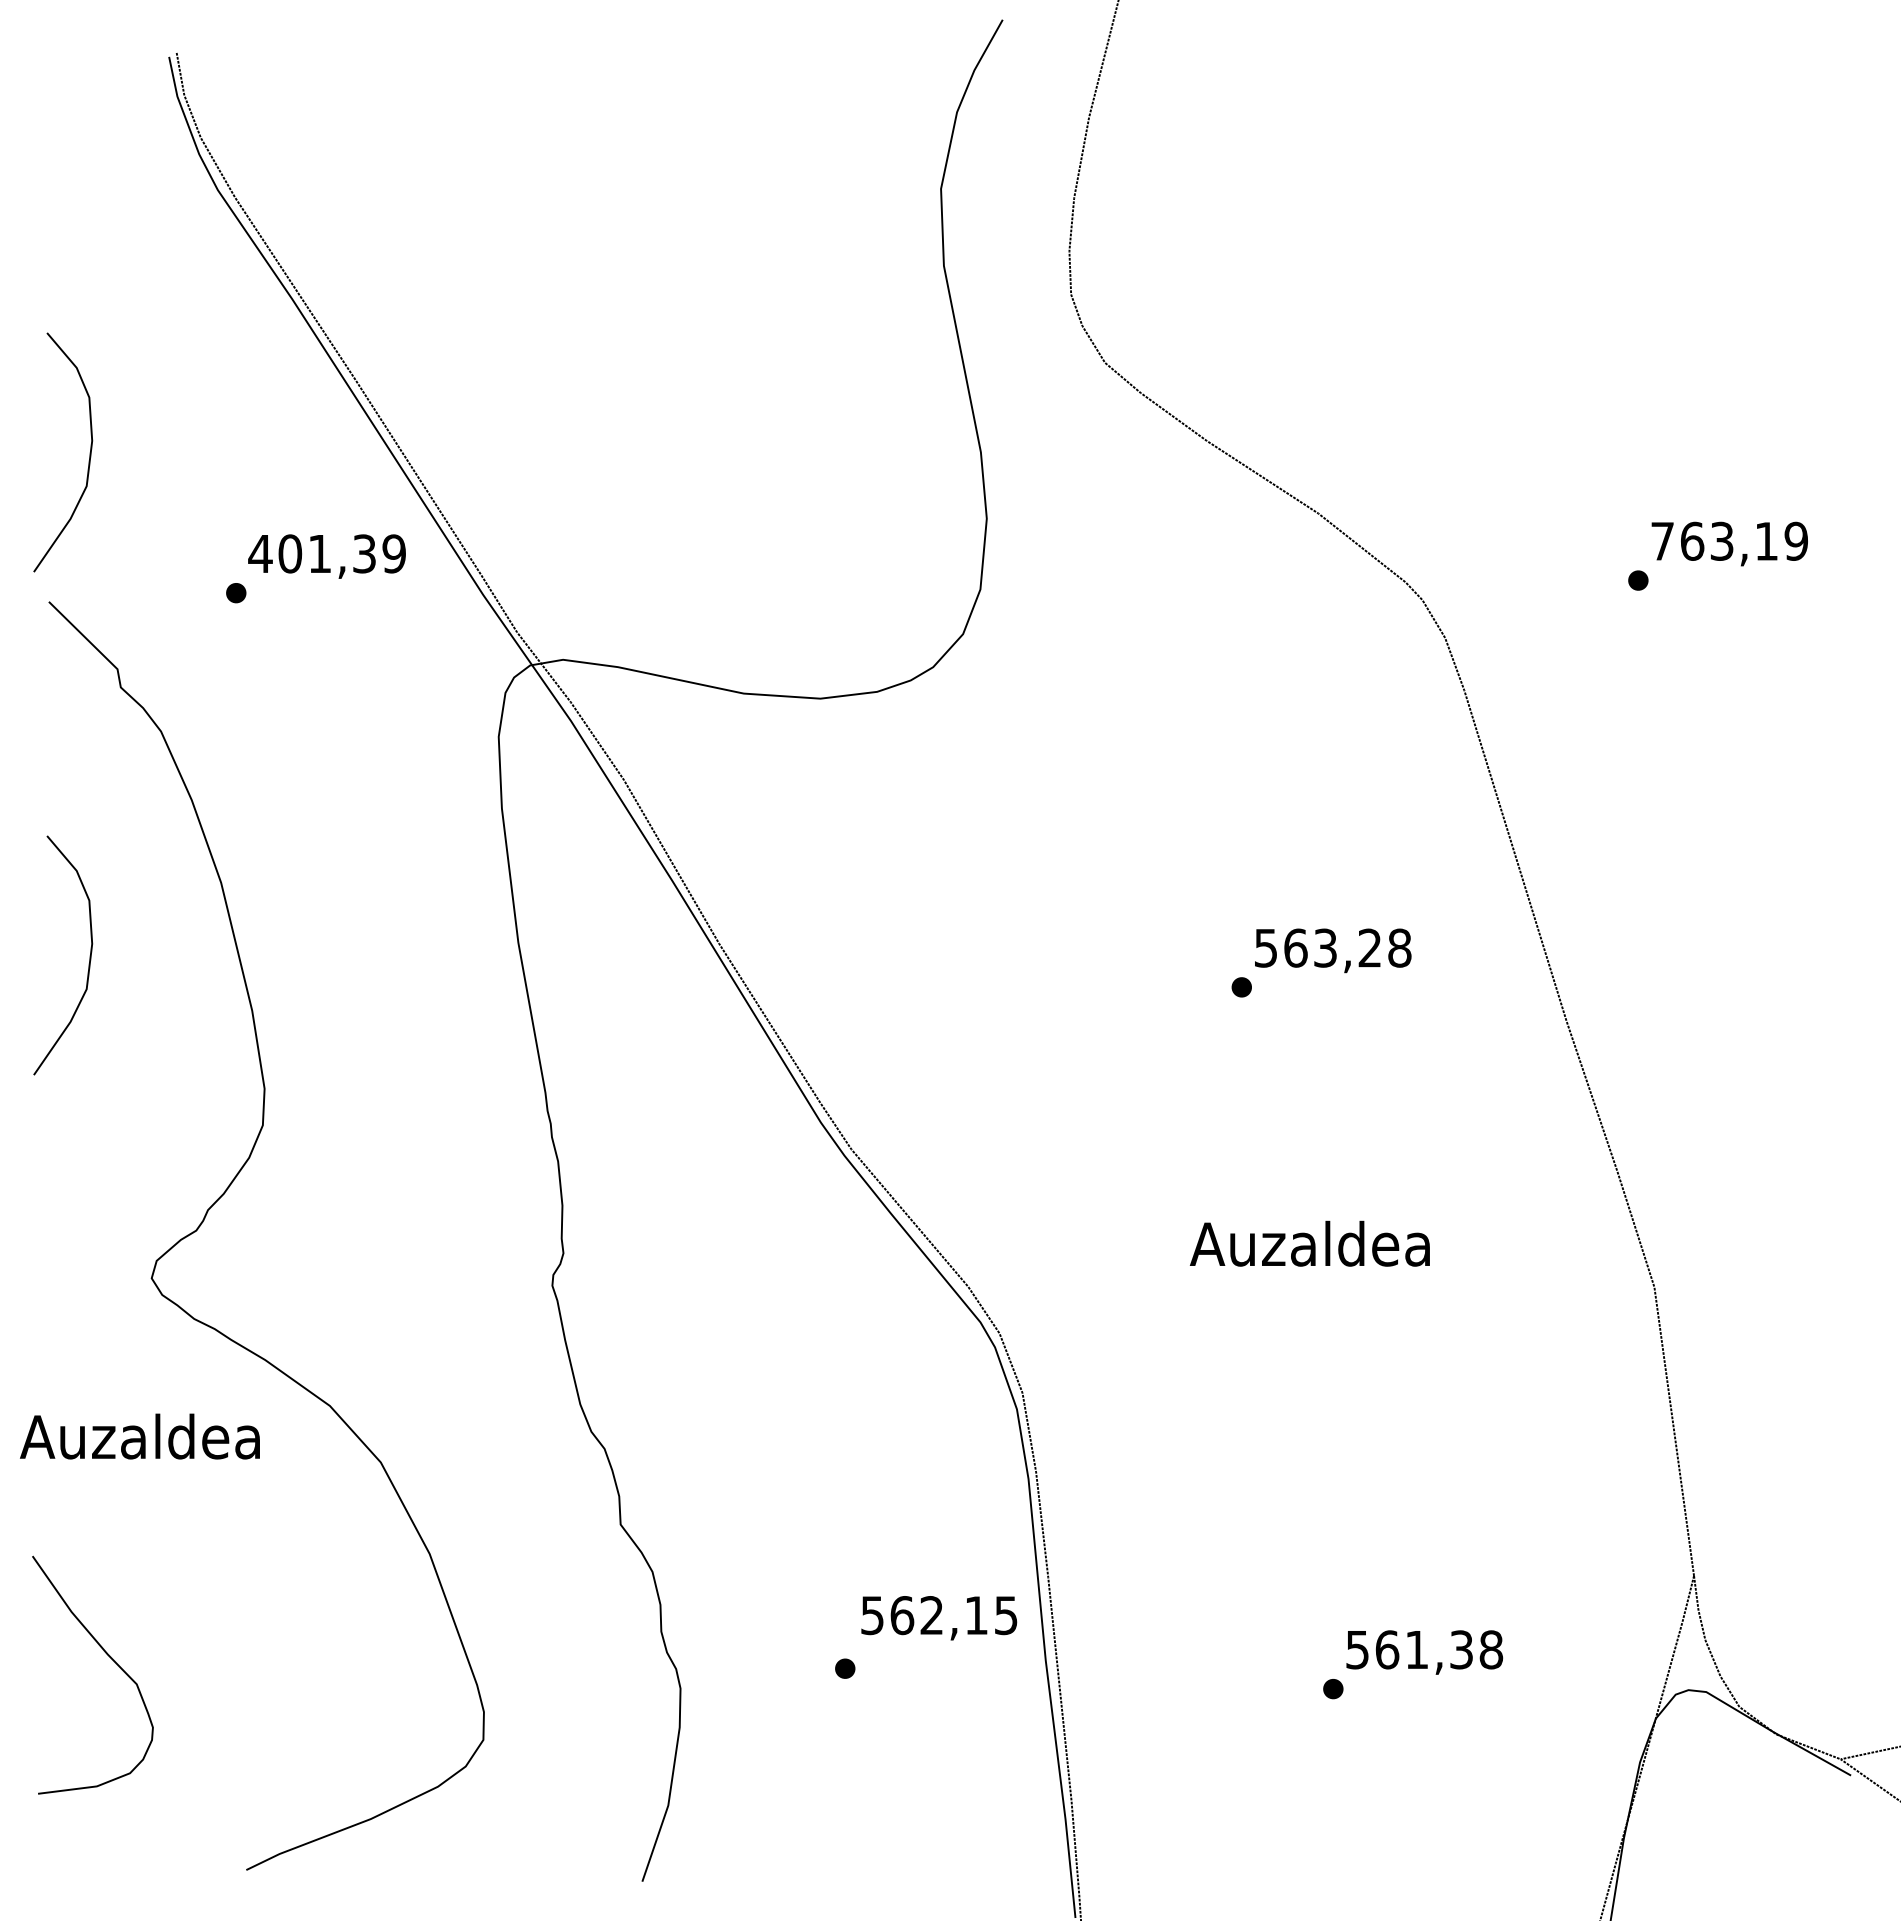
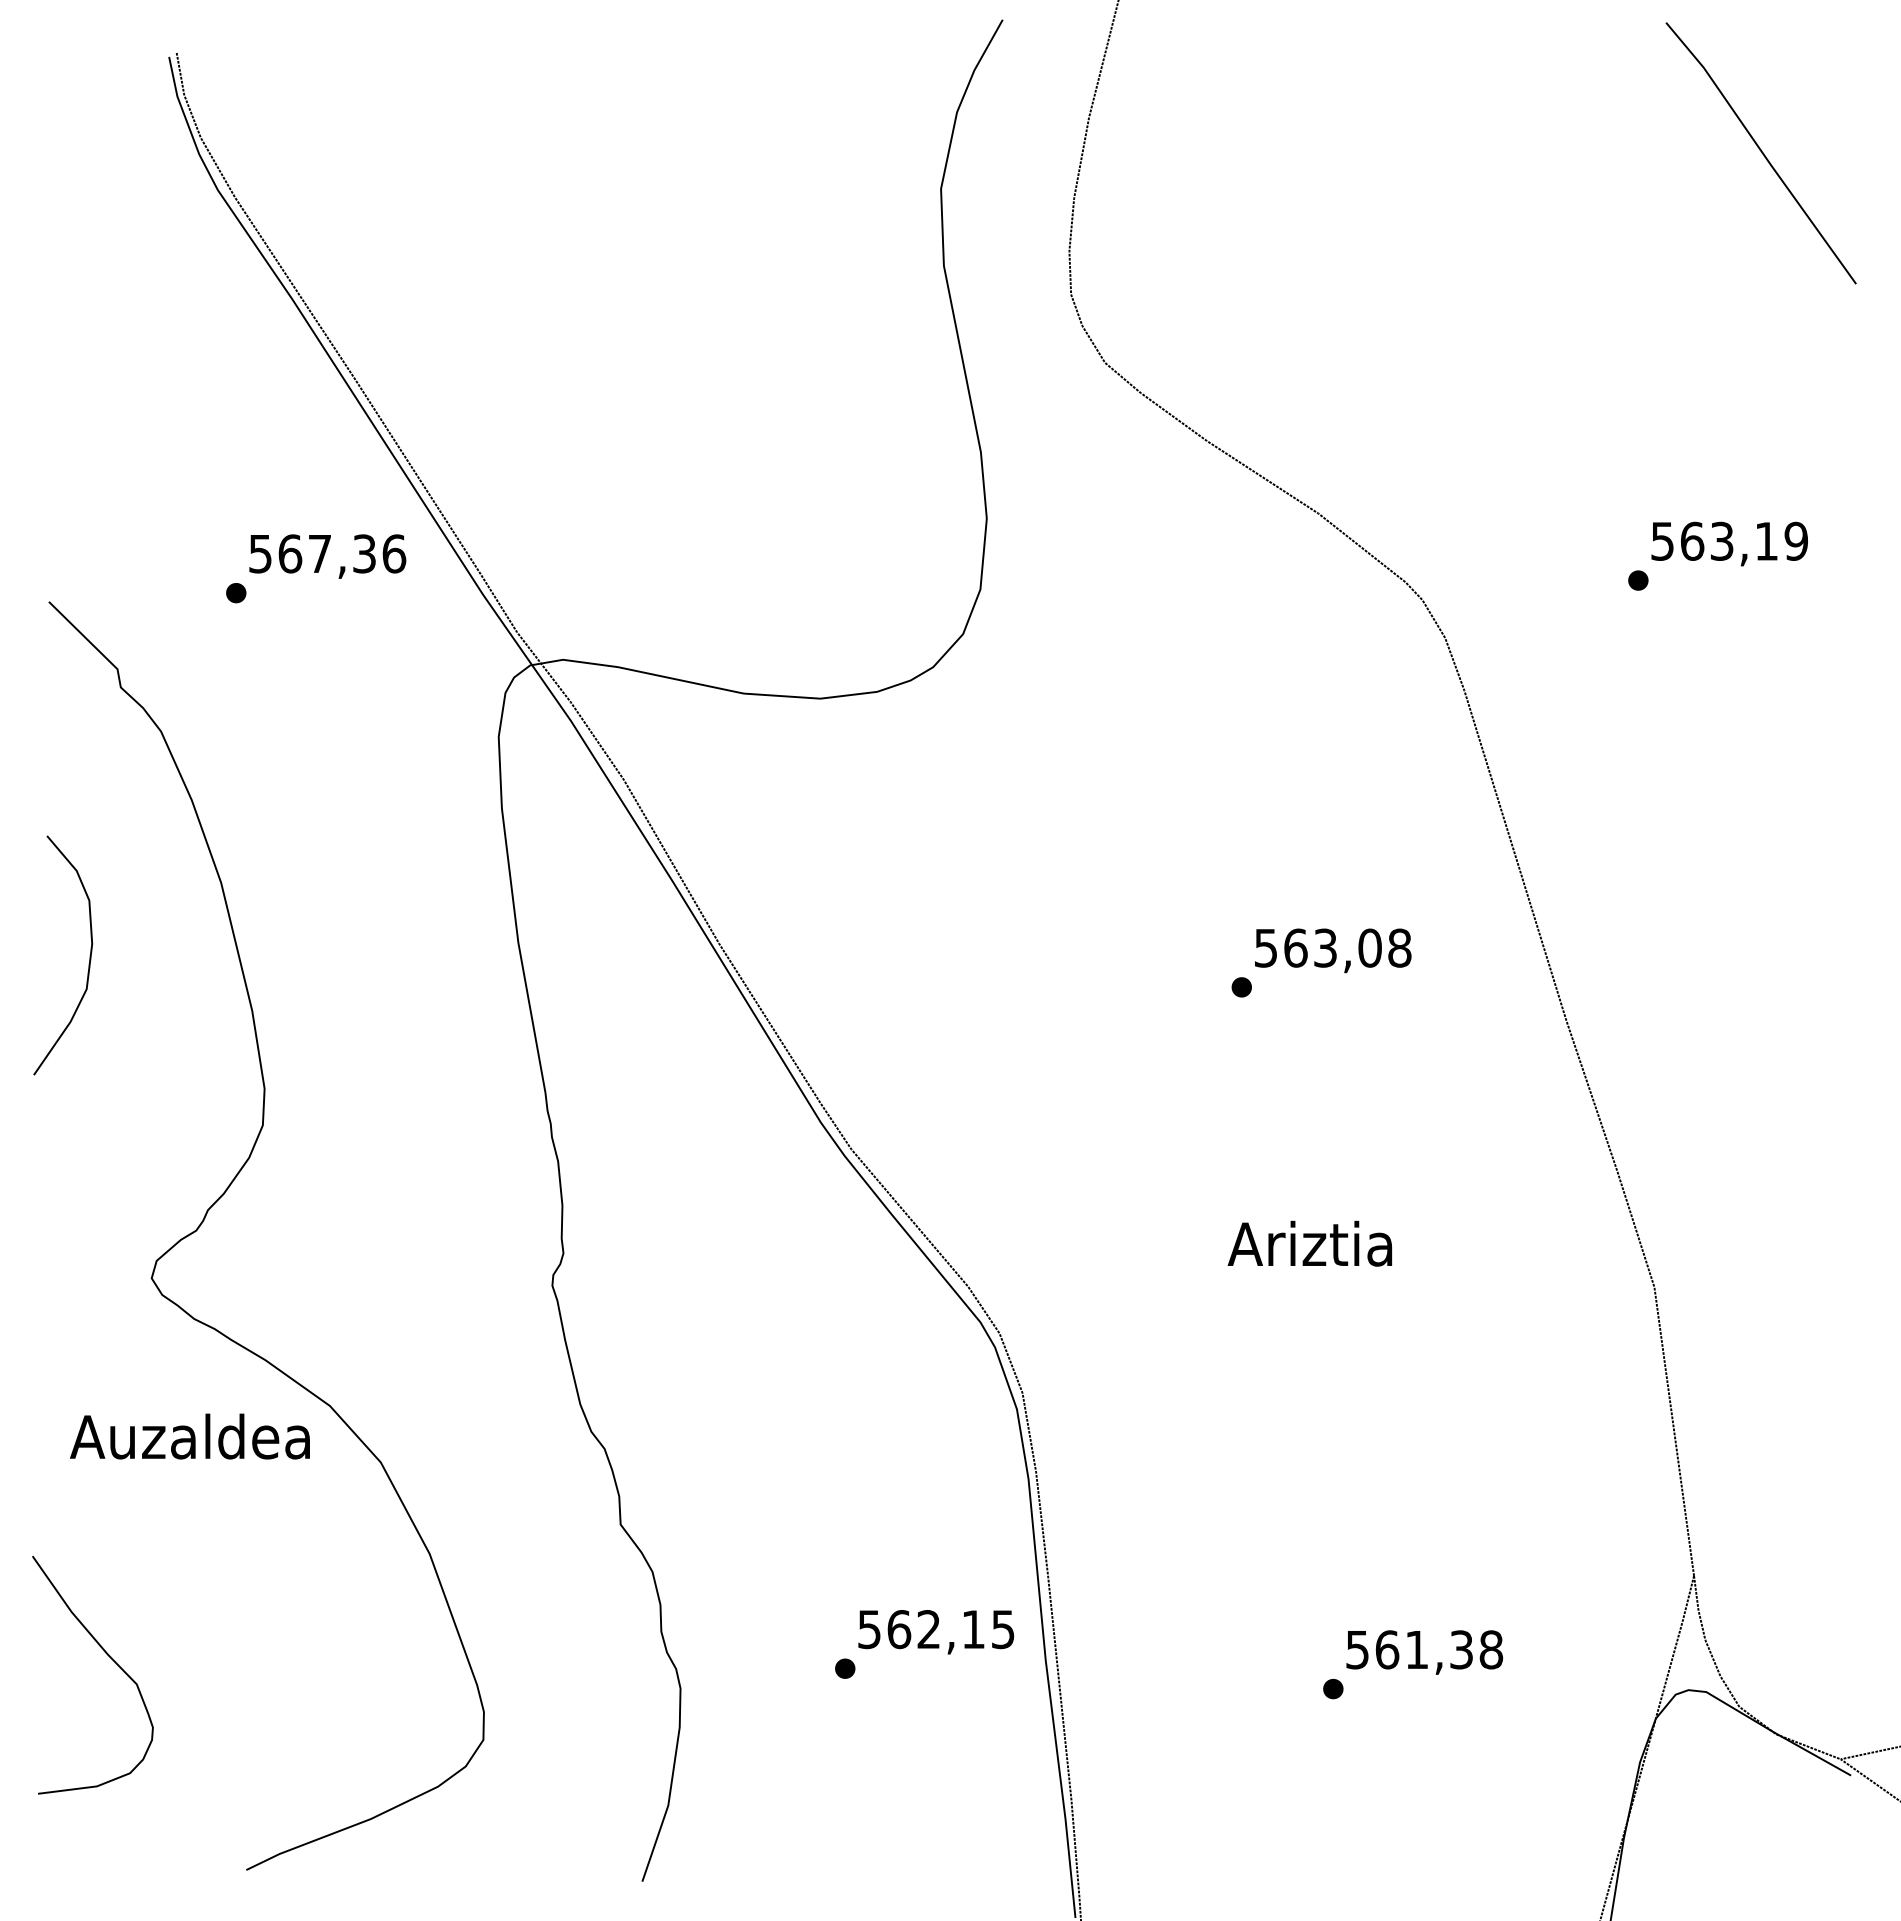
line at (1761, 153): none -> present
curve at (89, 452): present -> none
text at (1662, 541): 763,19 -> 563,19
text at (327, 553): 401,39 -> 567,36
text at (1369, 947): 563,28 -> 563,08
text at (1309, 1243): Auzaldea -> Ariztia
text at (139, 1436) position: (139, 1436) -> (189, 1436)
text at (939, 1618) position: (939, 1618) -> (936, 1632)
